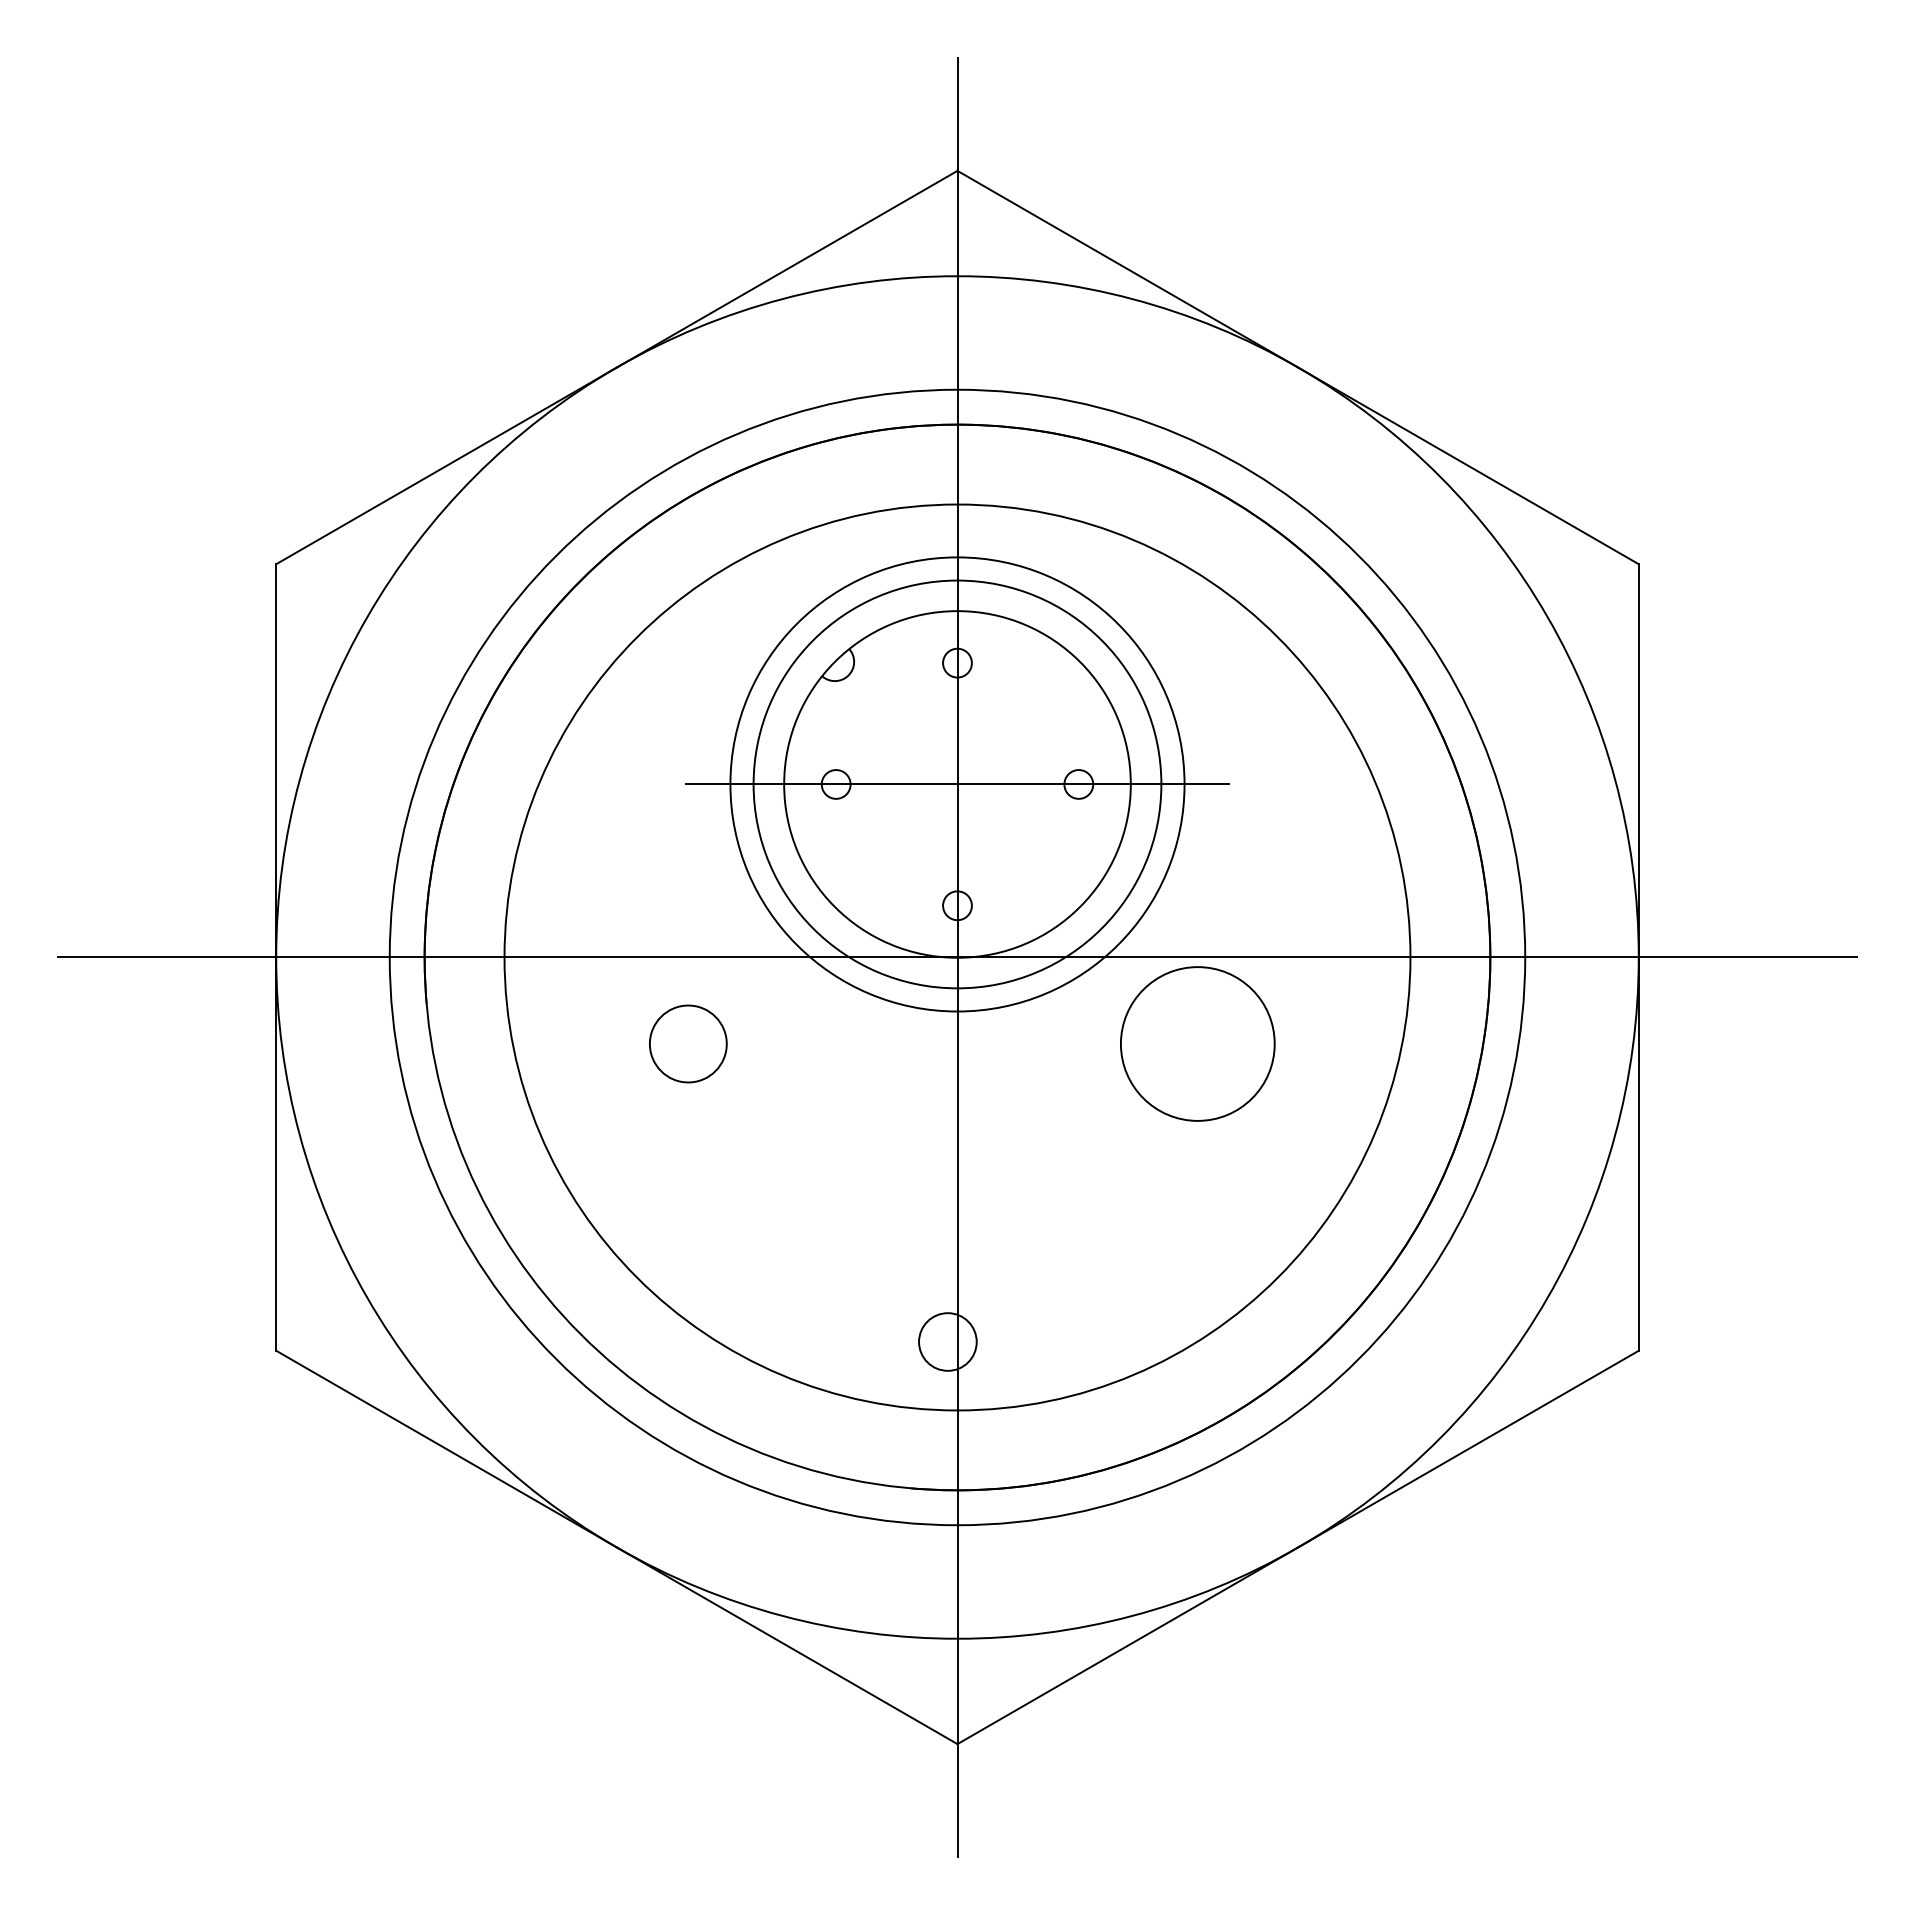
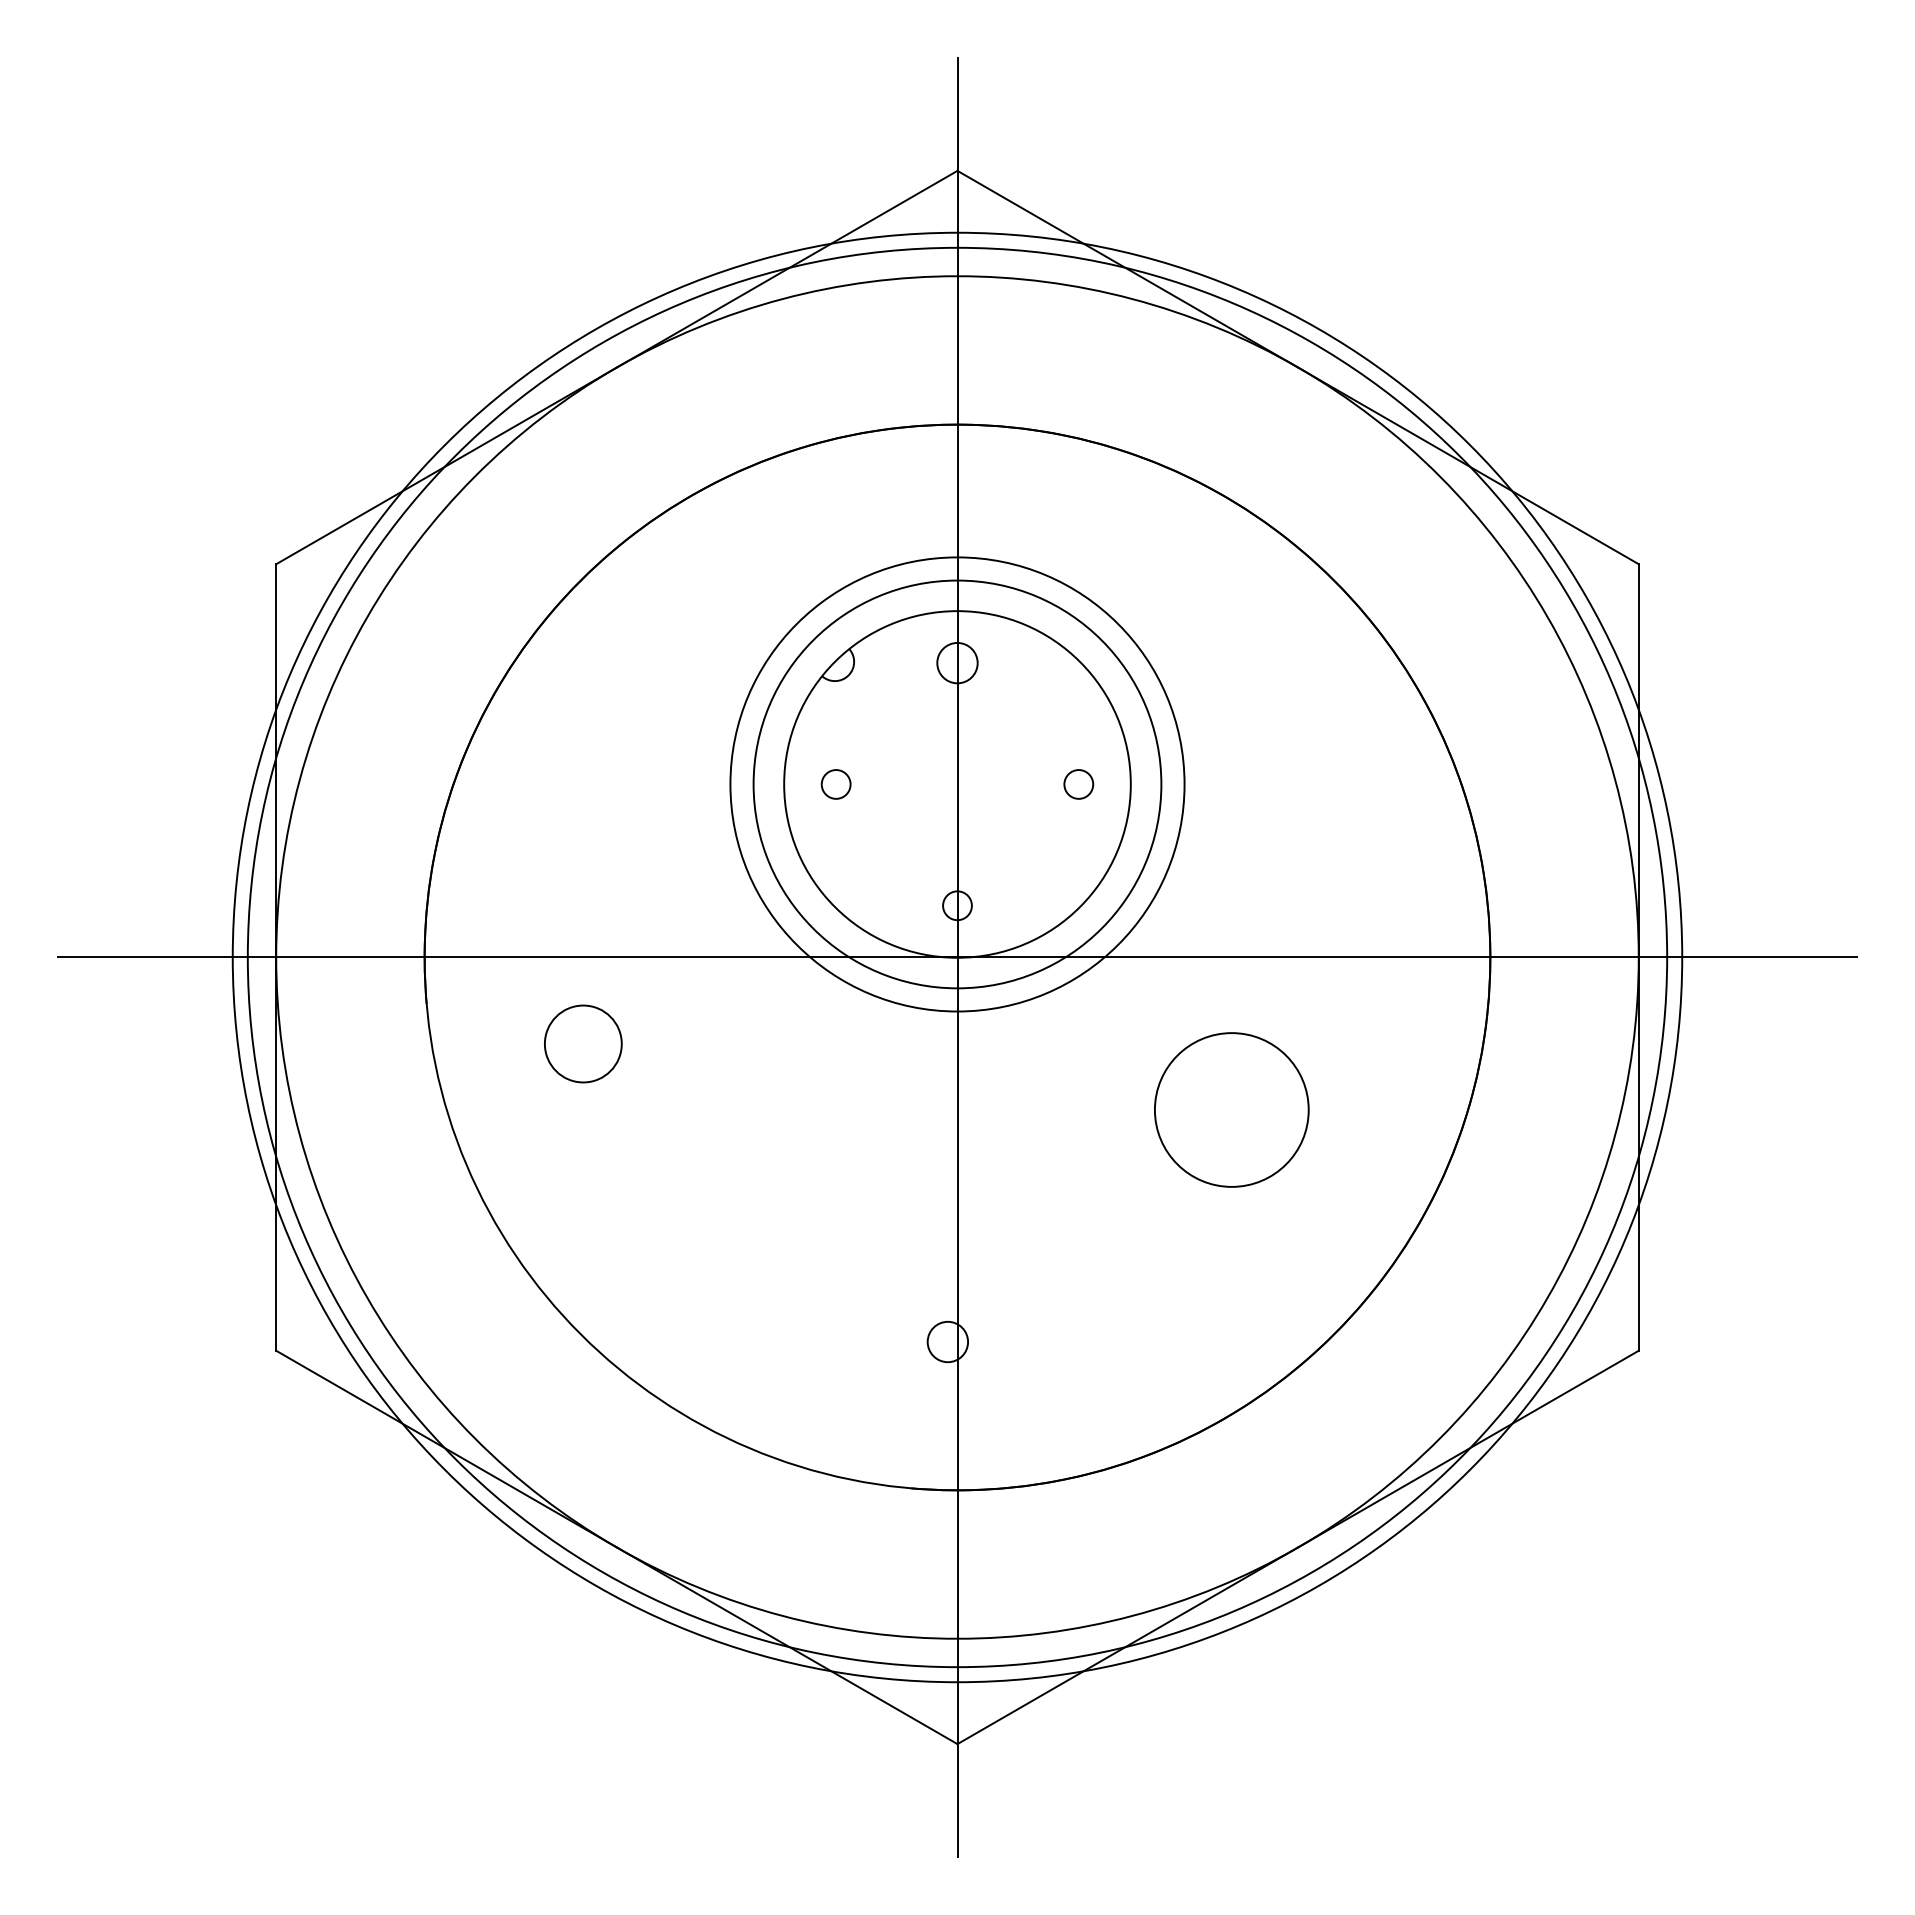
circle at (957, 662) diameter: 29 px -> 40 px
line at (957, 784): present -> none
circle at (957, 957) diameter: 1135 px -> 1419 px
circle at (957, 957) diameter: 906 px -> 1449 px
circle at (688, 1043) position: (688, 1043) -> (583, 1043)
circle at (1197, 1043) position: (1197, 1043) -> (1231, 1109)
circle at (947, 1341) diameter: 58 px -> 40 px
